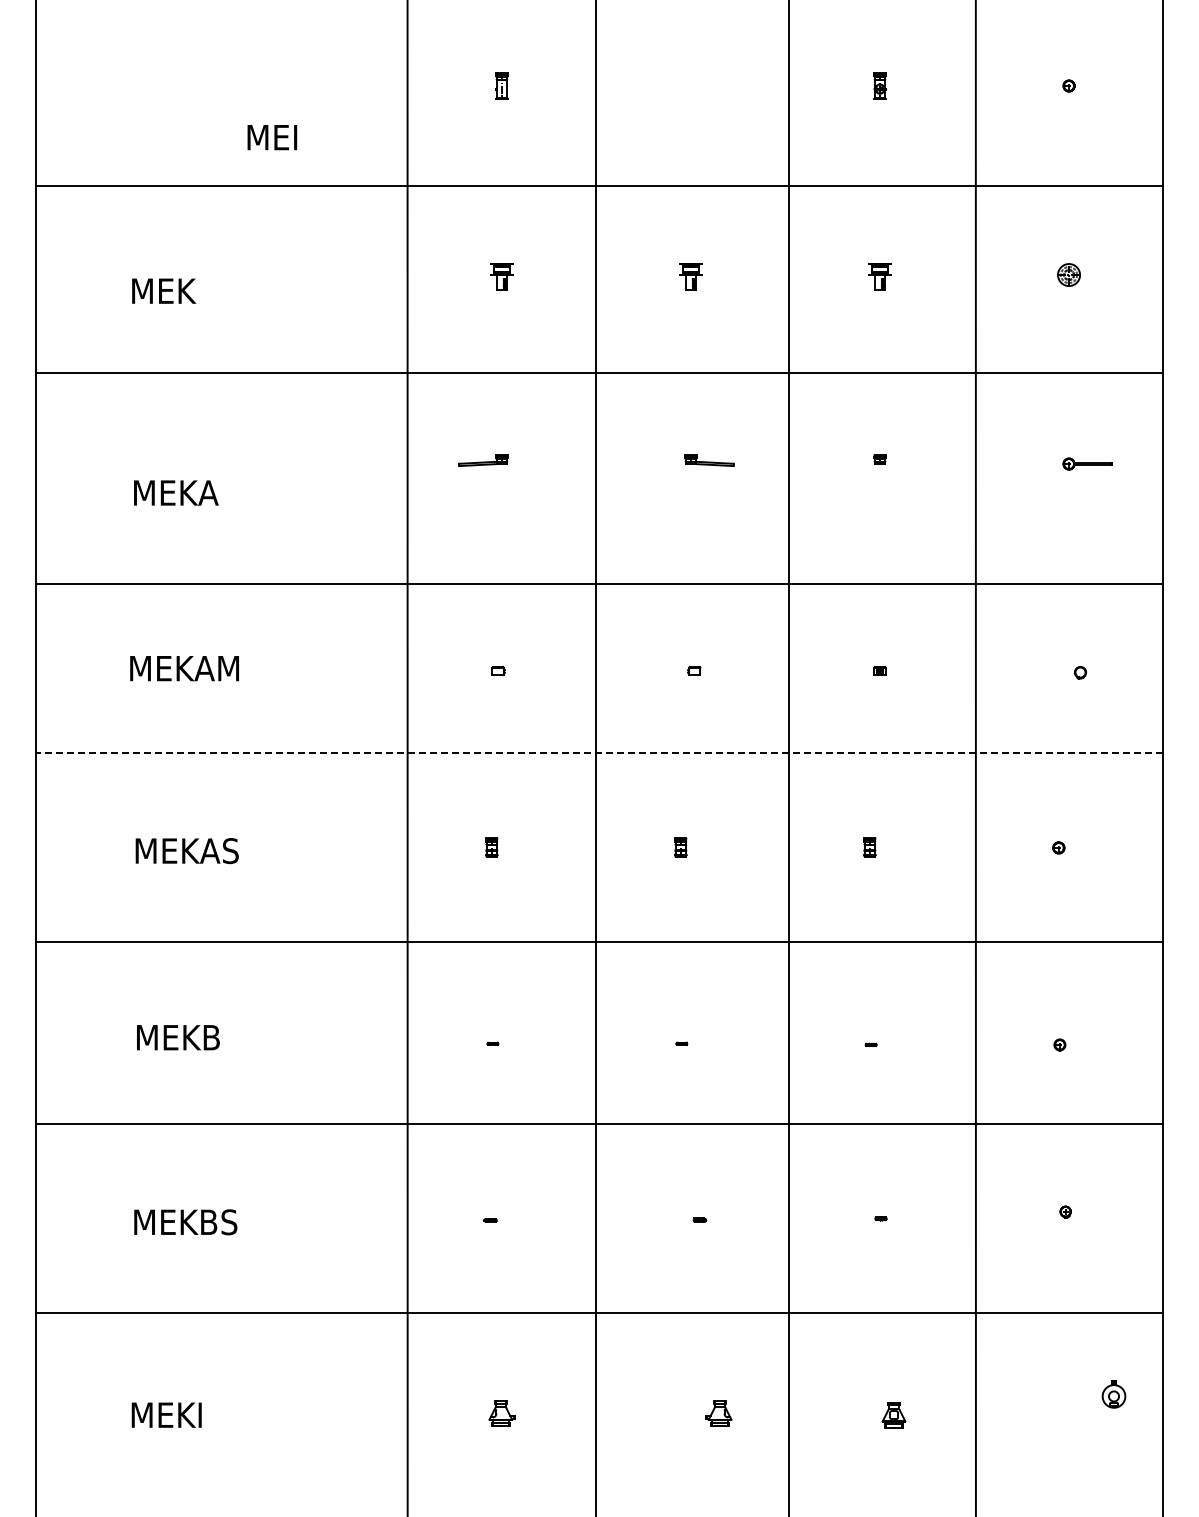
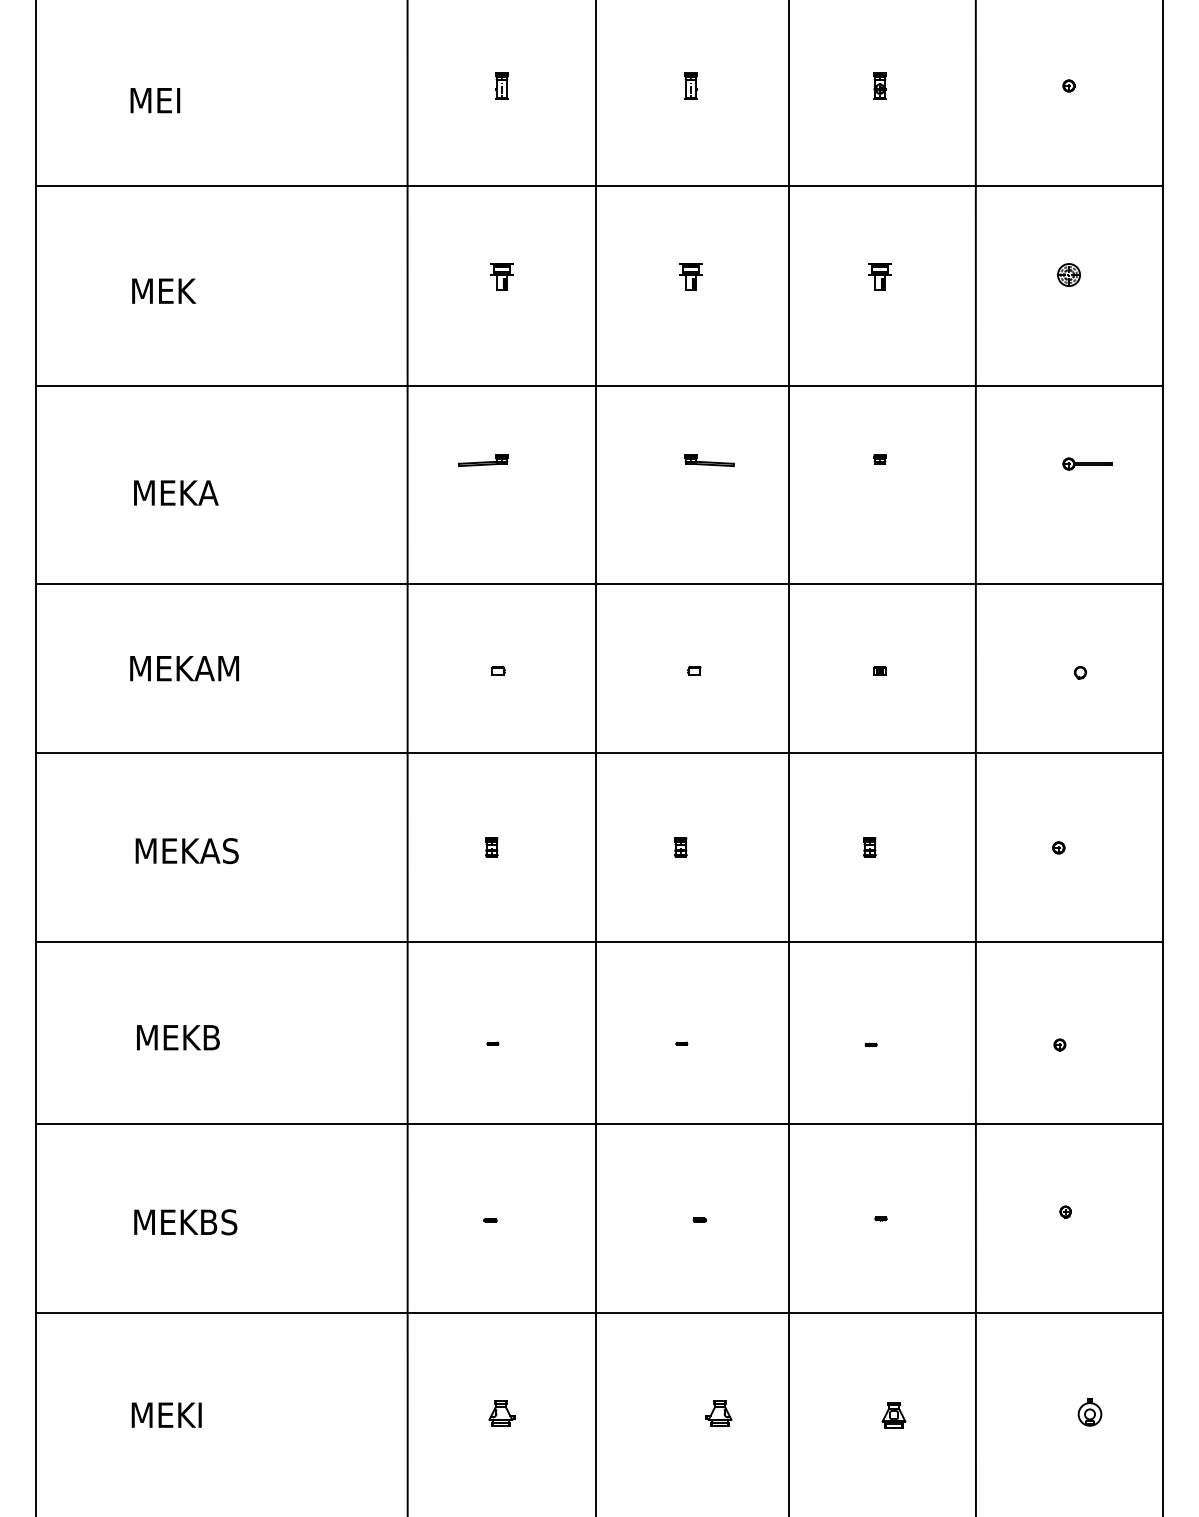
part at (690, 85): none -> present
text at (272, 137) position: (272, 137) -> (155, 100)
line at (599, 372) position: (599, 372) -> (599, 385)
line at (599, 752): dashed -> solid
part at (1113, 1394) position: (1113, 1394) -> (1089, 1412)
